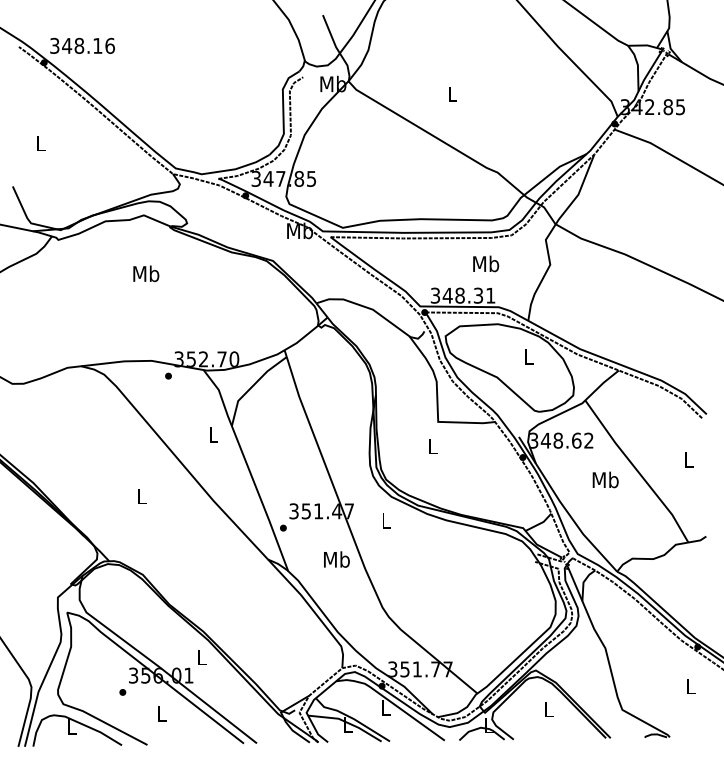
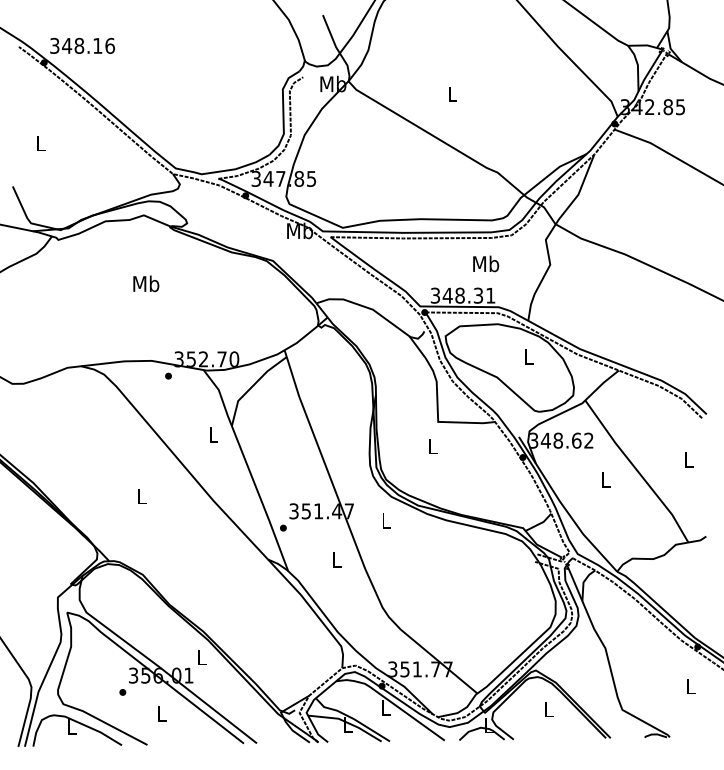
text at (146, 273) position: (146, 273) -> (146, 283)
text at (605, 479): Mb -> L
text at (336, 559): Mb -> L
